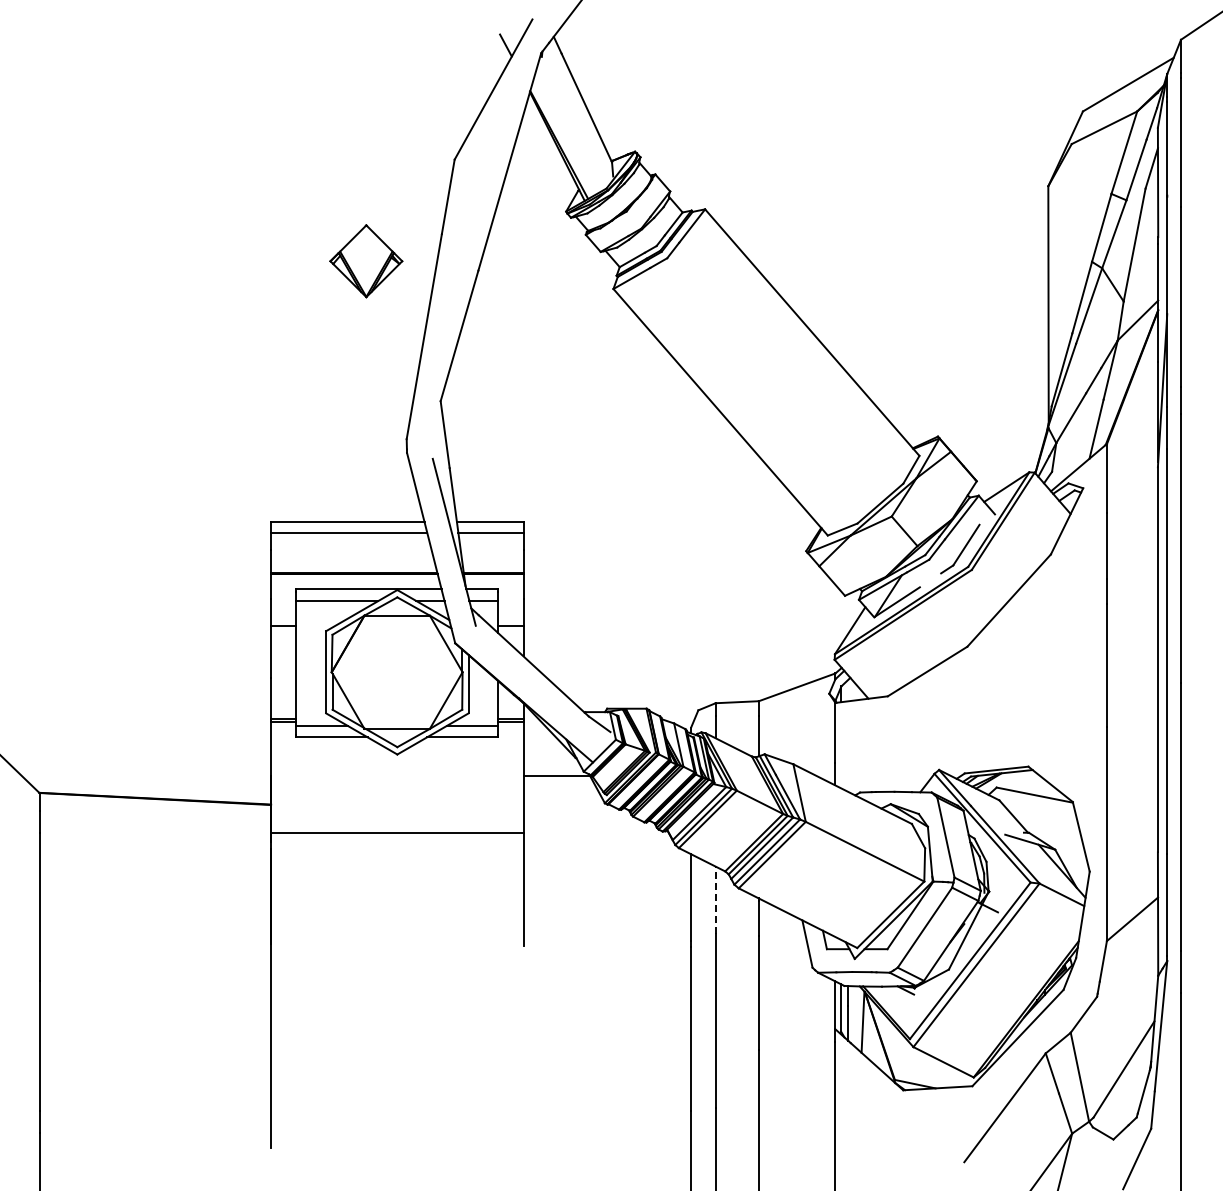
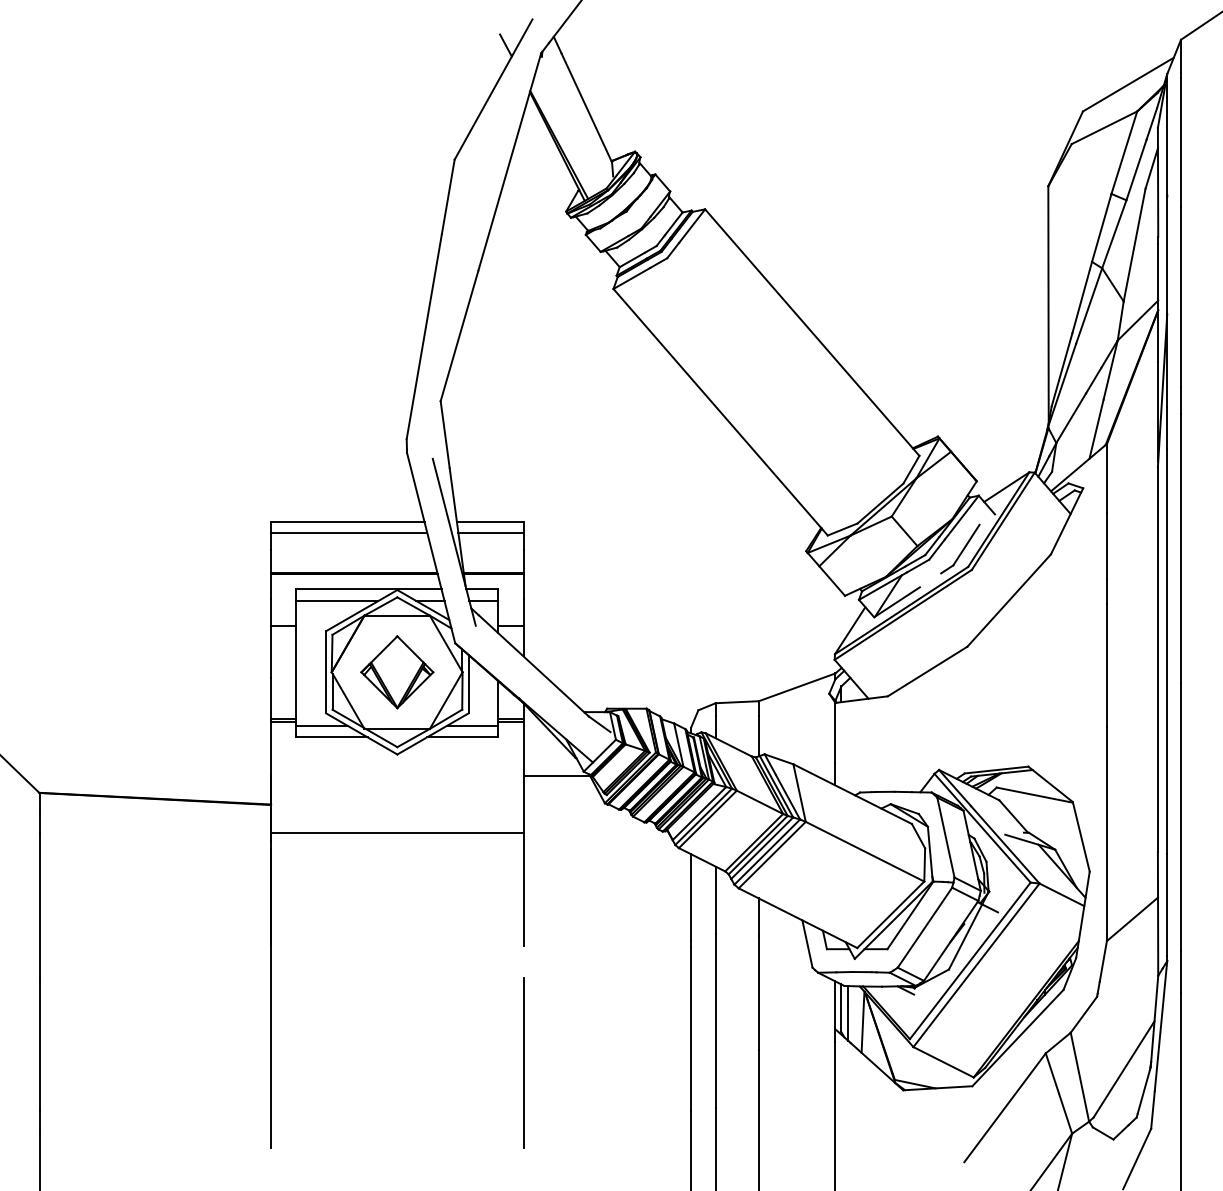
part at (366, 261) position: (366, 261) -> (397, 672)
line at (715, 900): dashed -> solid
line at (523, 1062): none -> present
